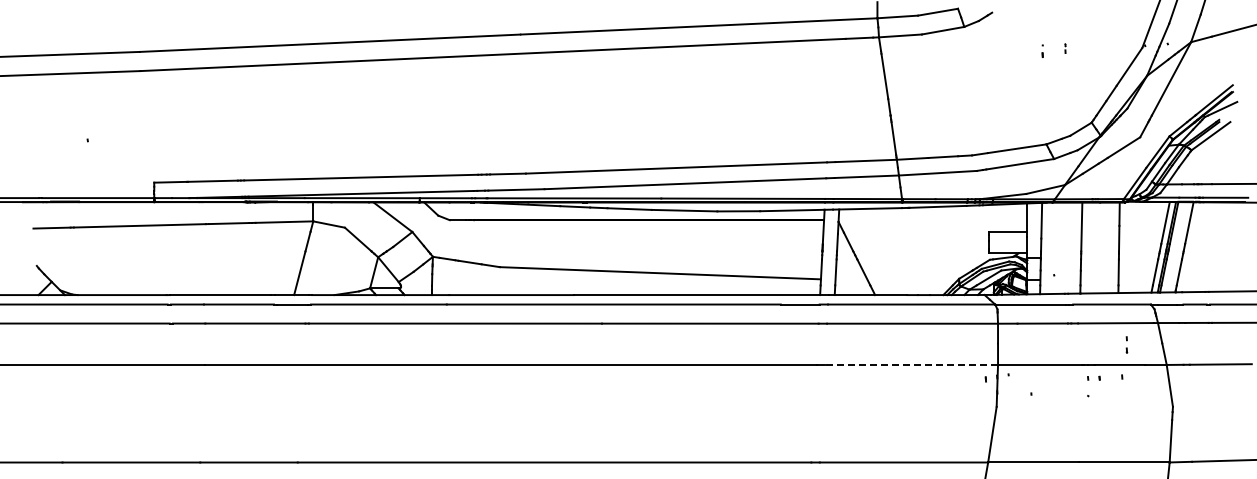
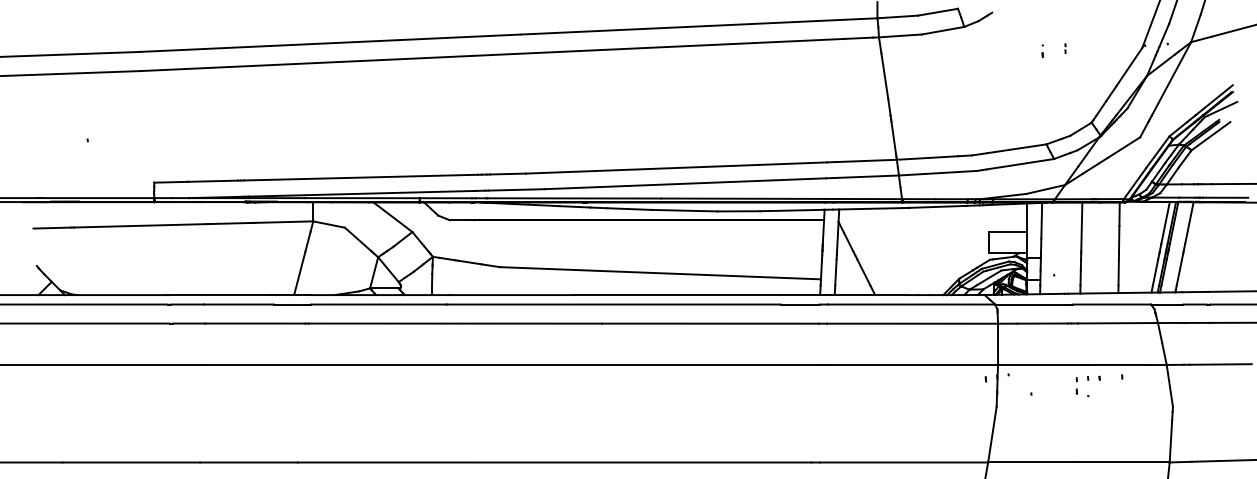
part at (1126, 344) position: (1126, 344) -> (1076, 385)
line at (911, 364): dashed -> solid
